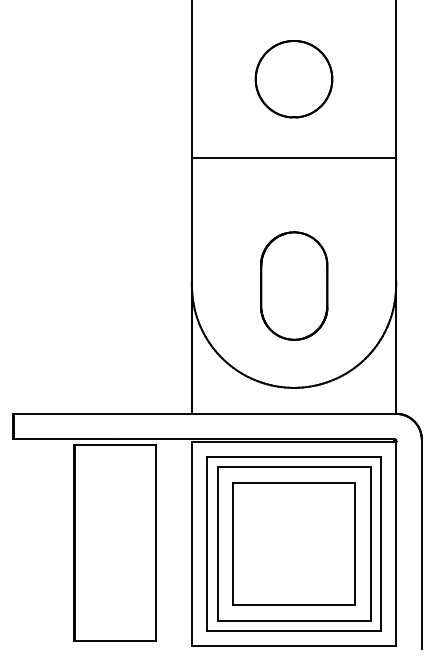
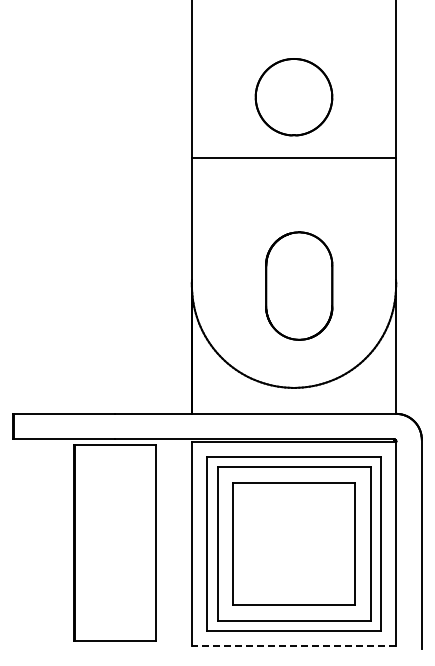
part at (293, 79) position: (293, 79) -> (293, 97)
part at (294, 285) position: (294, 285) -> (299, 285)
line at (293, 646): solid -> dashed
